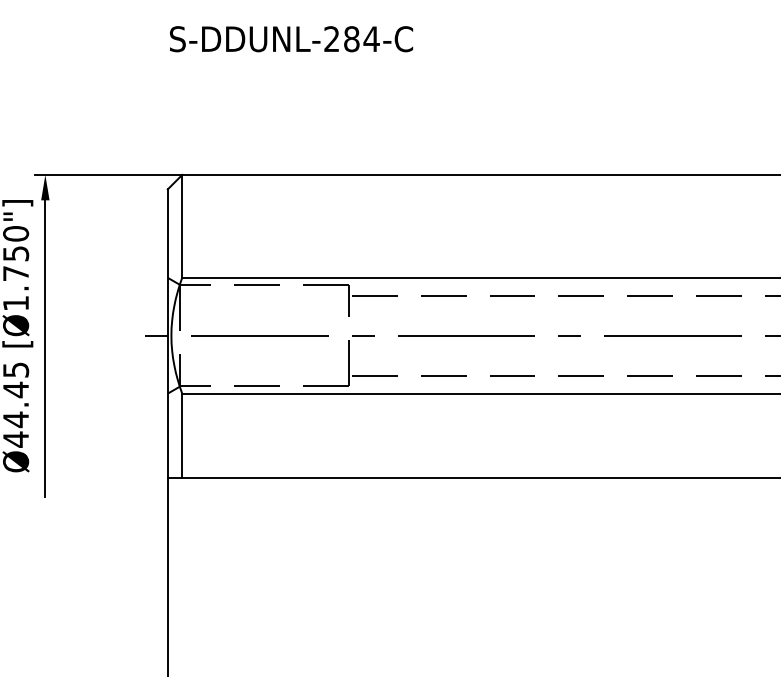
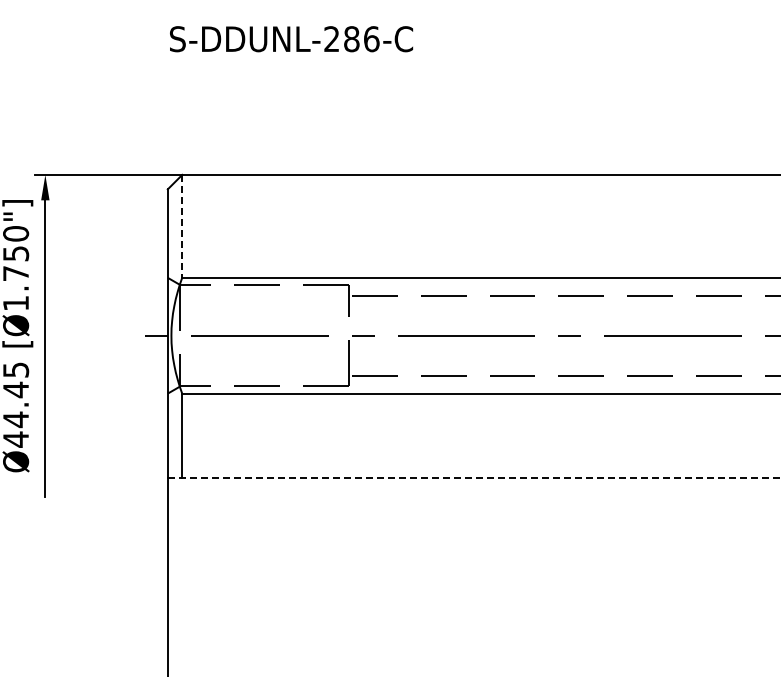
text at (371, 39): S-DDUNL-284-C -> S-DDUNL-286-C
line at (182, 226): solid -> dashed
line at (474, 478): solid -> dashed
